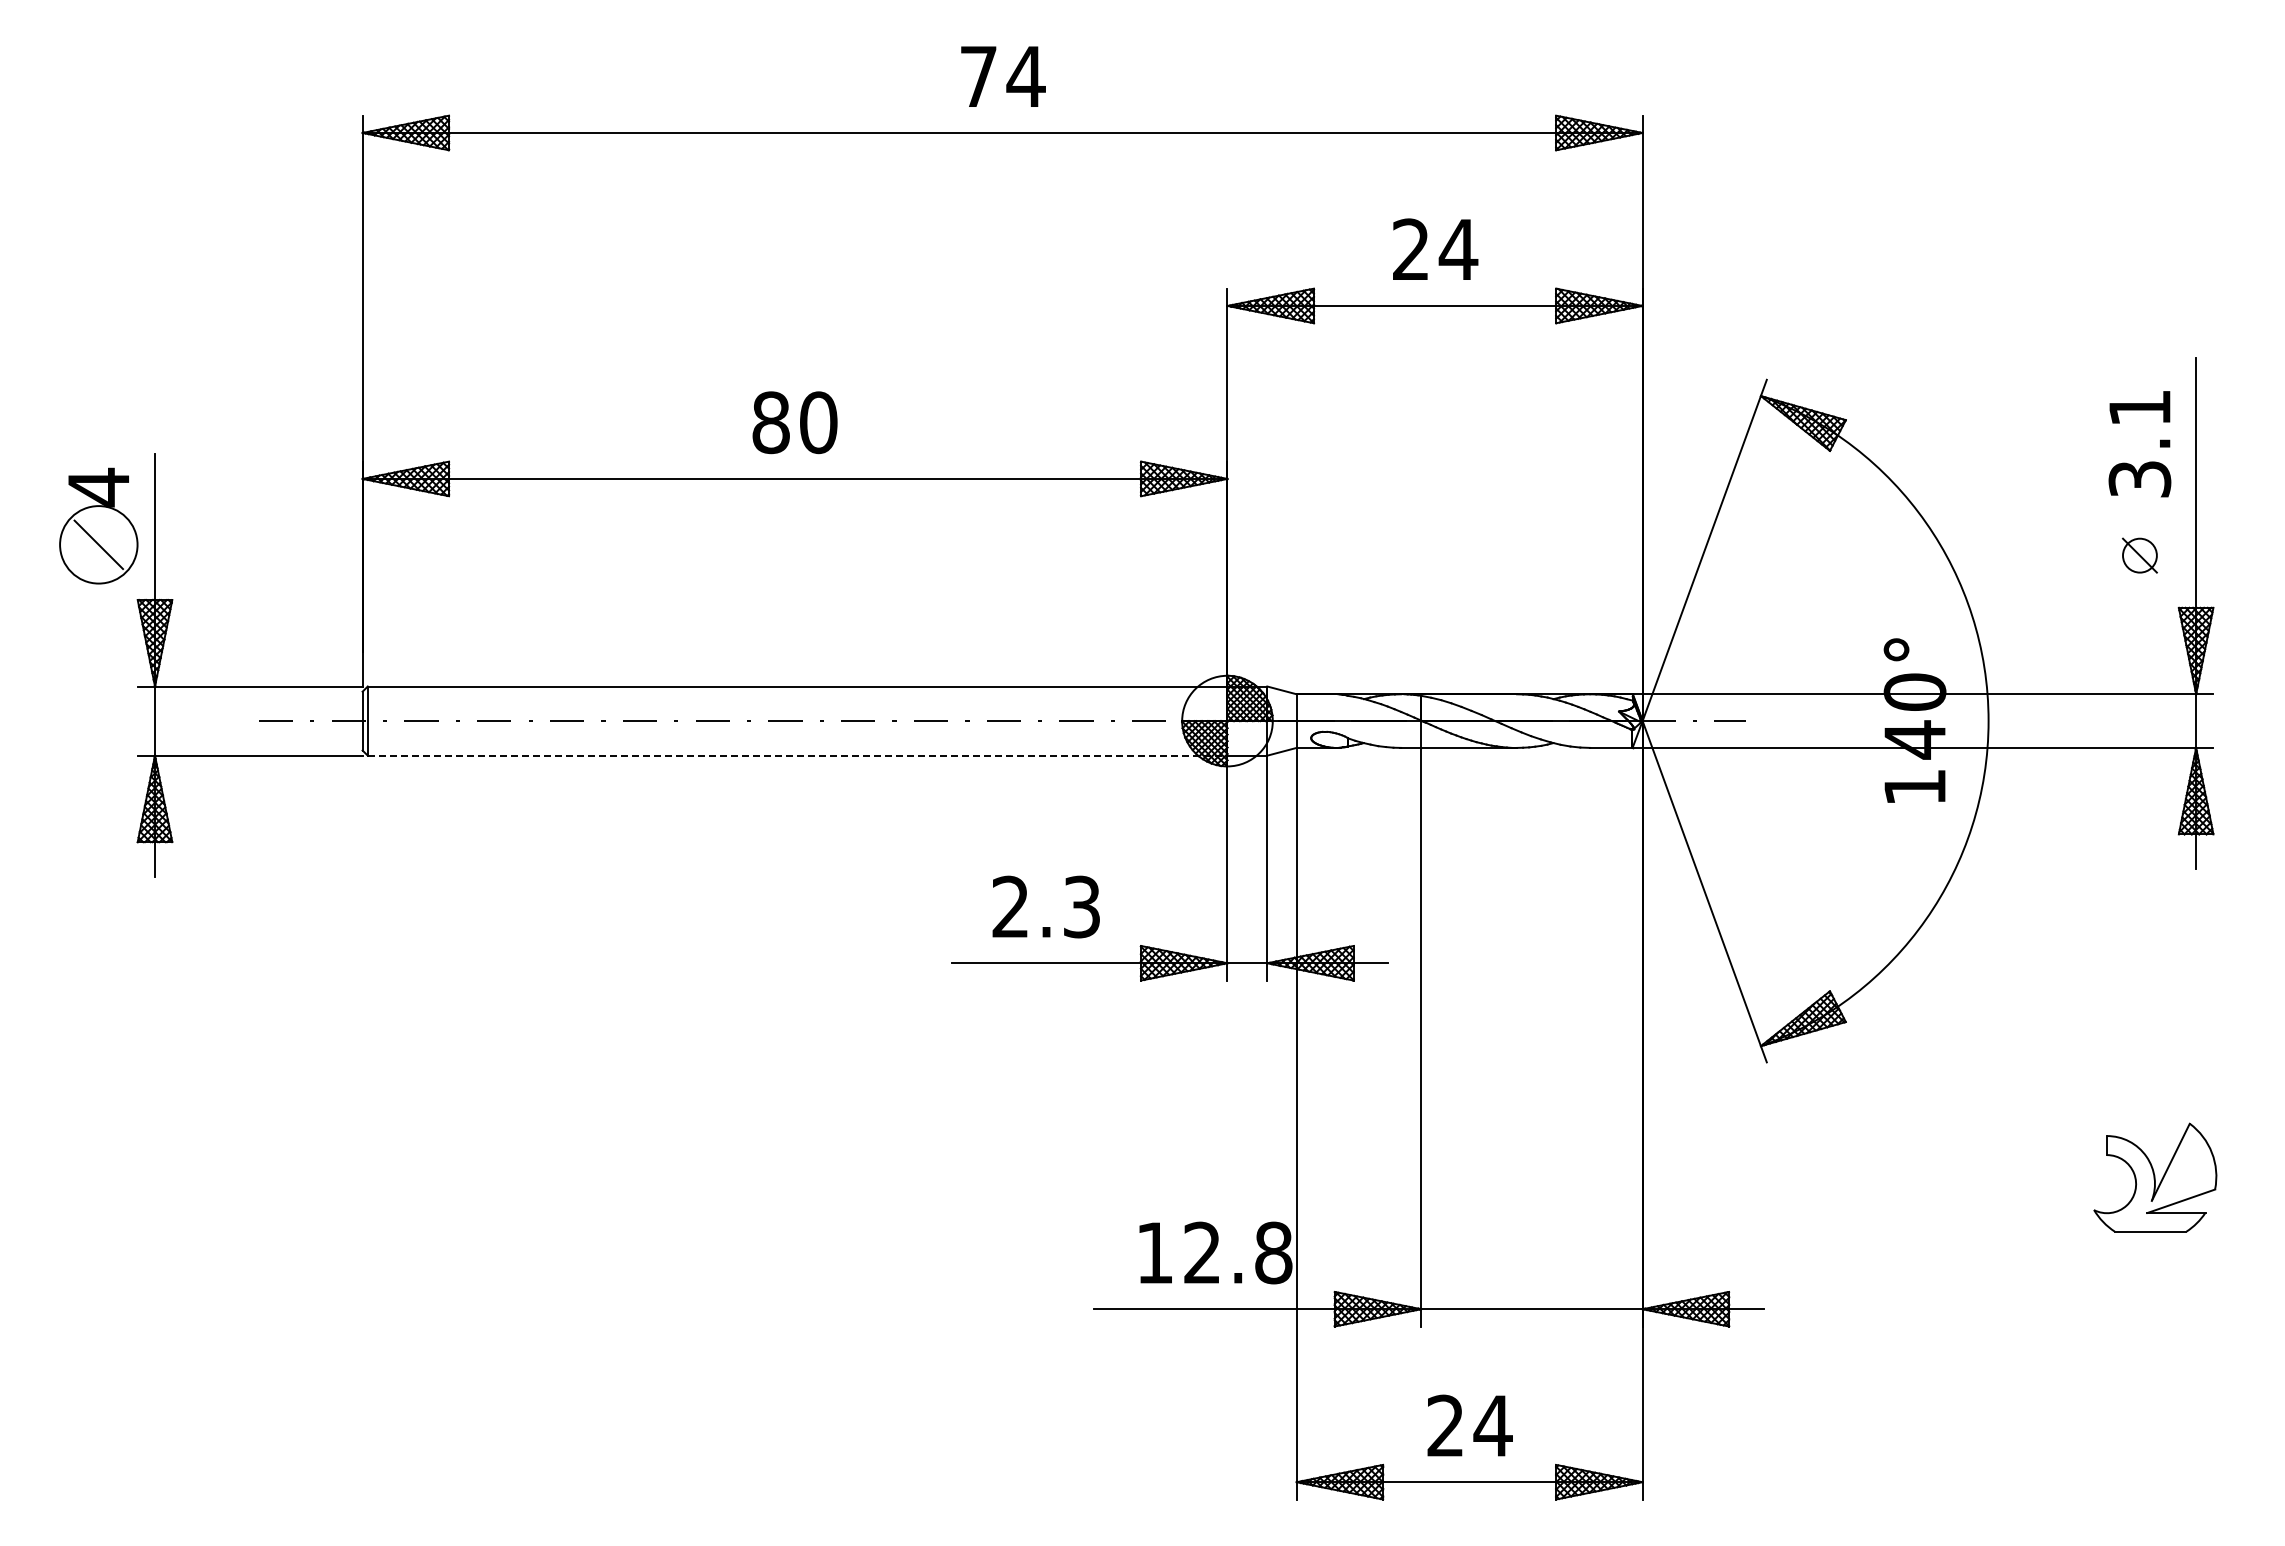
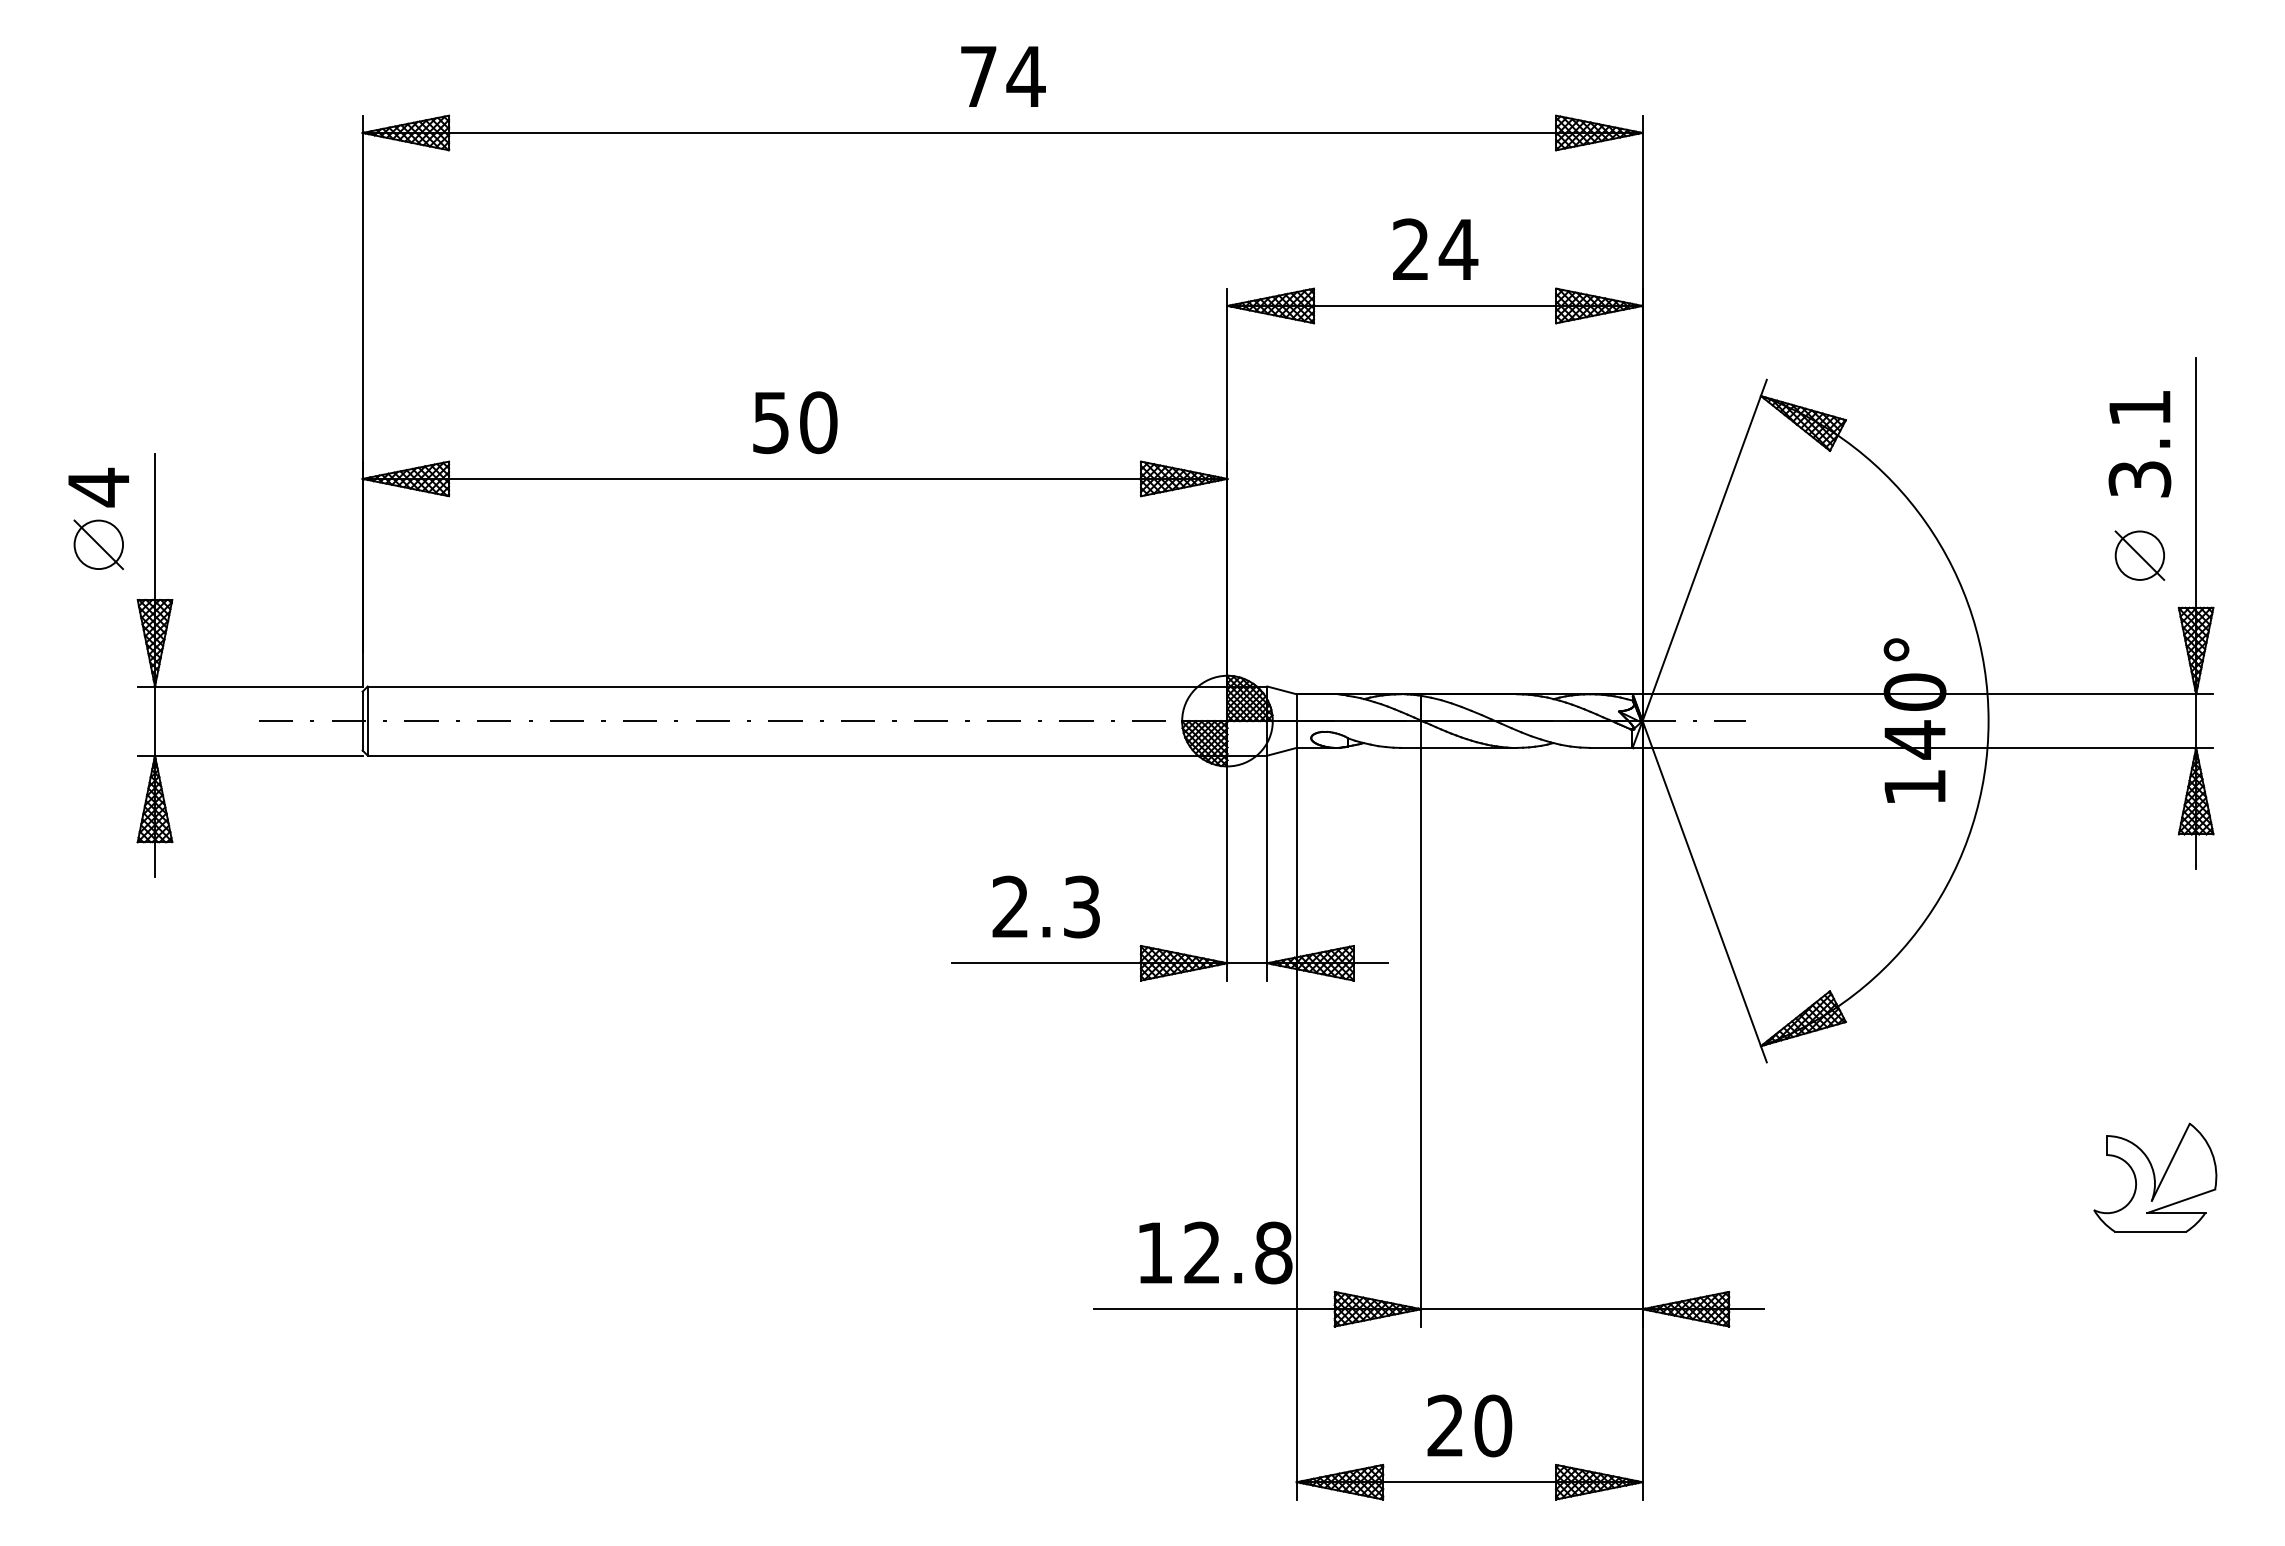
text at (770, 422): 80 -> 50
circle at (98, 544) diameter: 77 px -> 48 px
part at (2139, 555) size: 36x37 px -> 52x51 px
line at (797, 755): dashed -> solid
text at (1492, 1425): 24 -> 20
